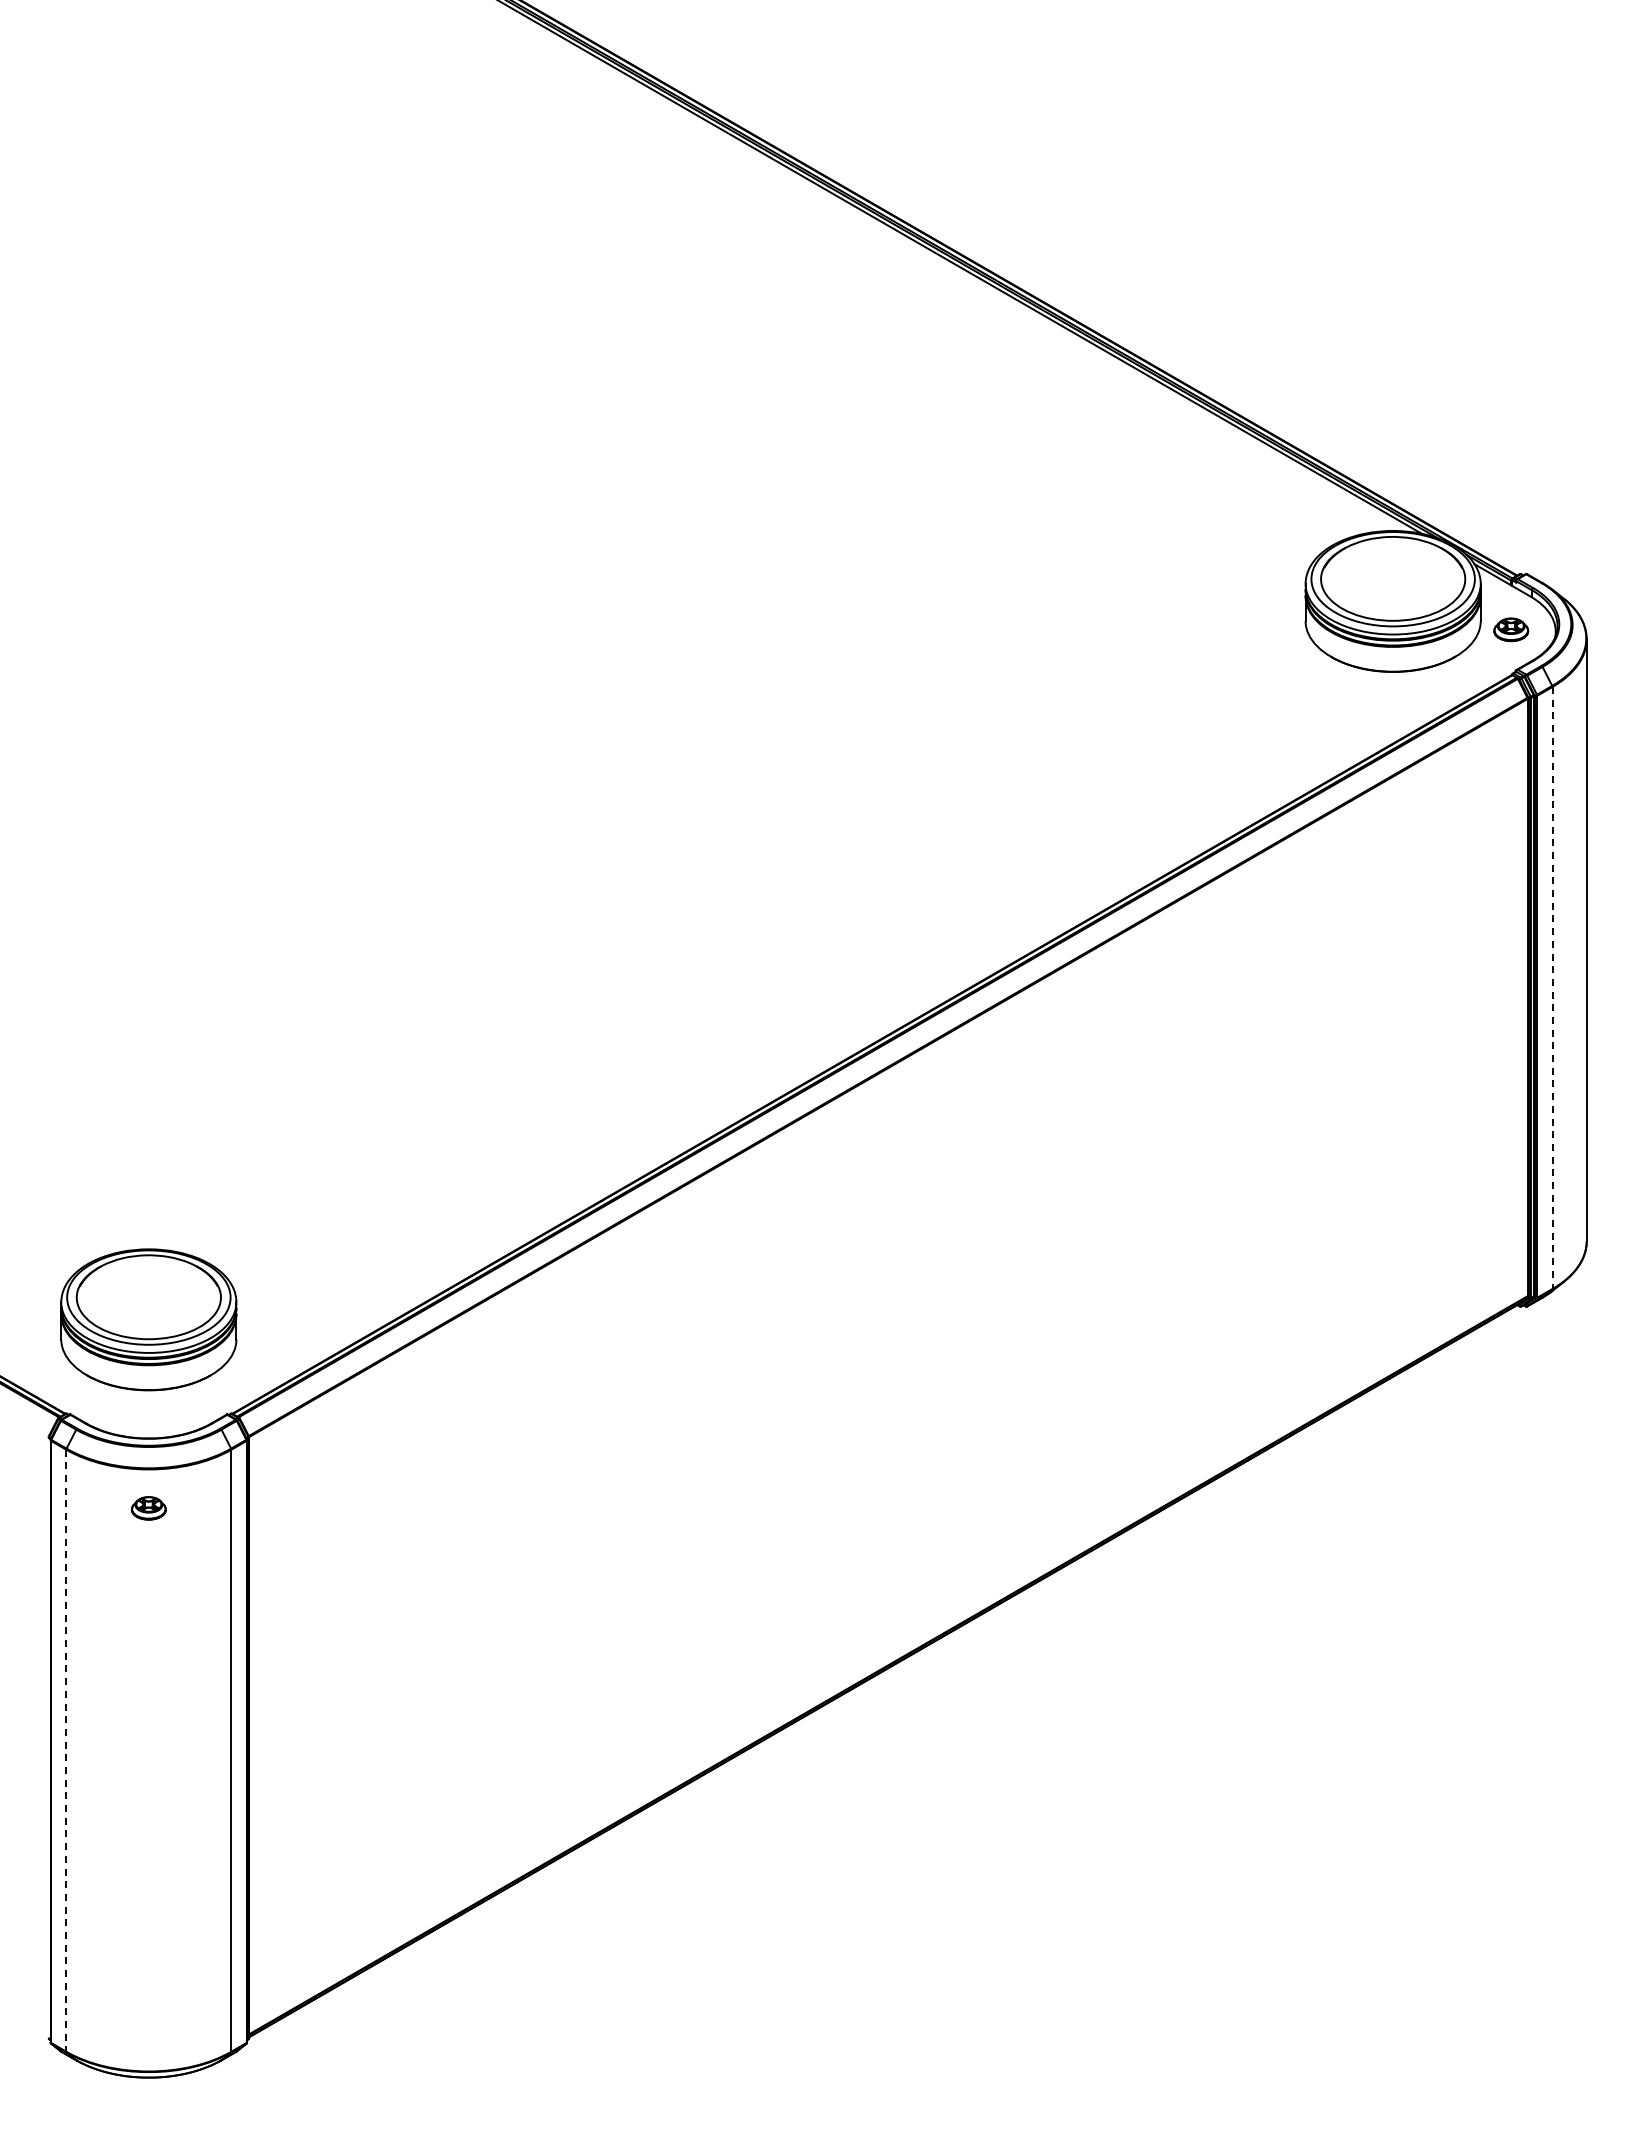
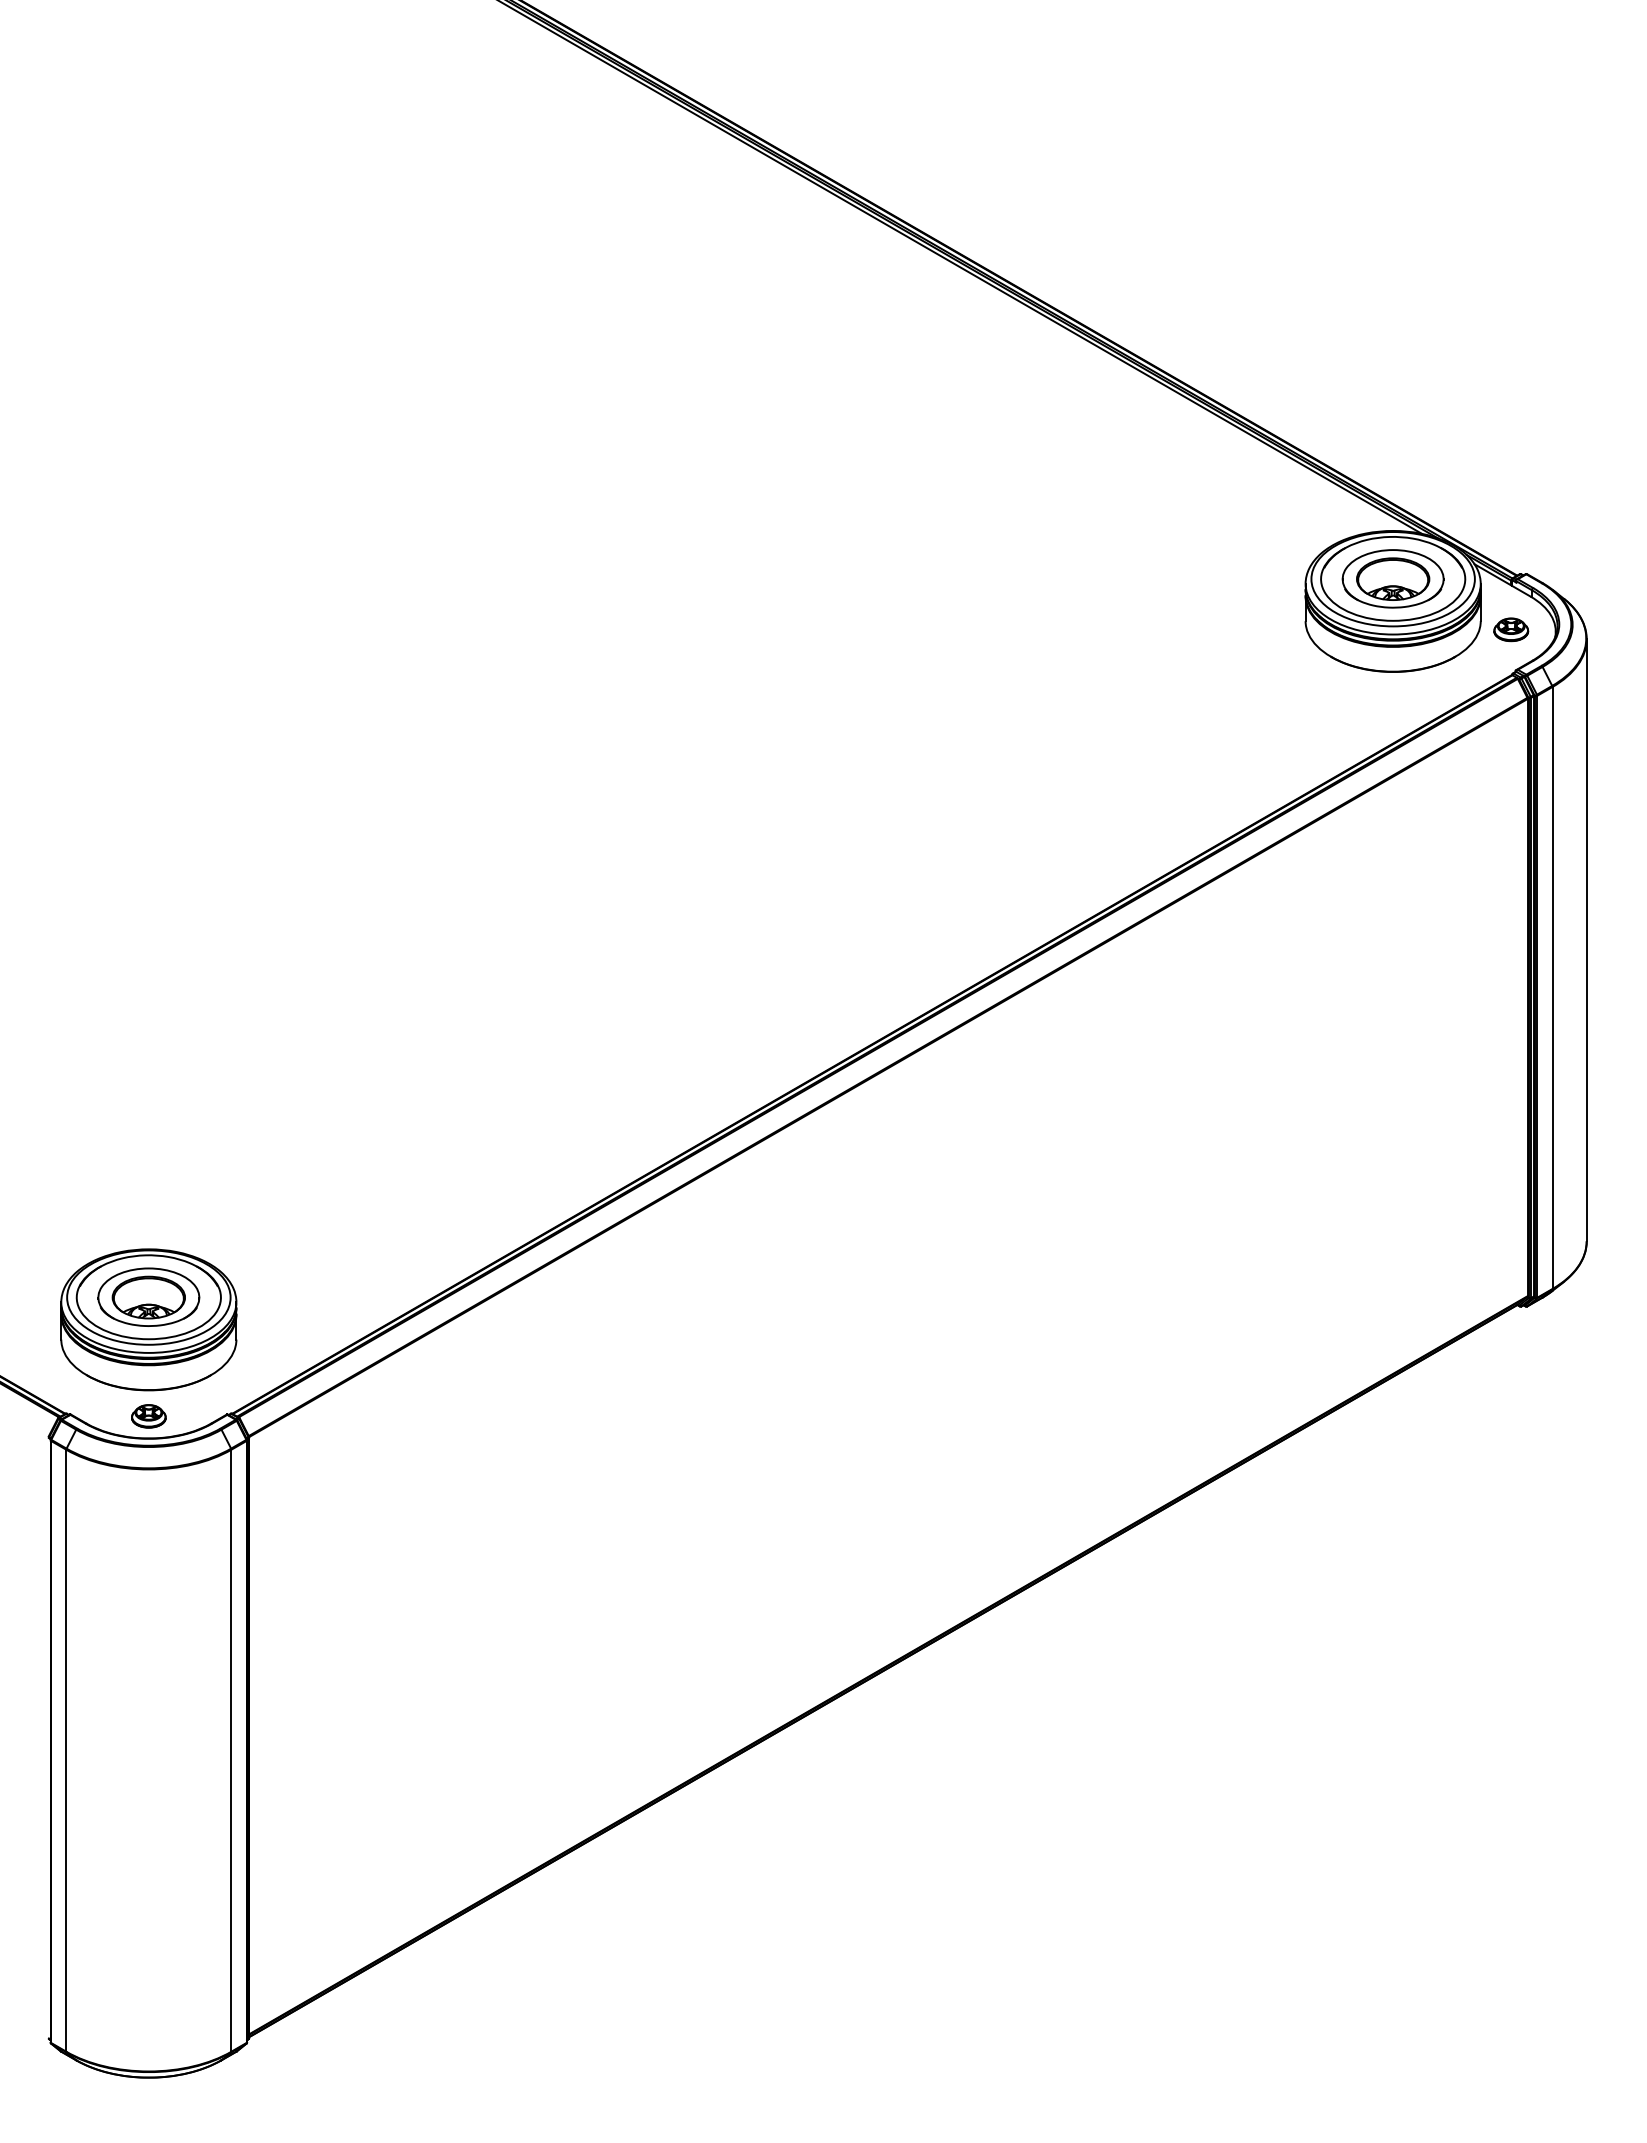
part at (1392, 578): none -> present
line at (1552, 987): dashed -> solid
part at (148, 1296): none -> present
part at (148, 1508) position: (148, 1508) -> (148, 1416)
line at (66, 1750): dashed -> solid
